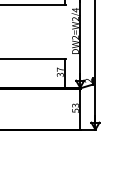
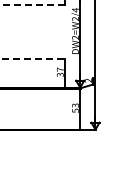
line at (33, 4): solid -> dashed
line at (33, 59): solid -> dashed
